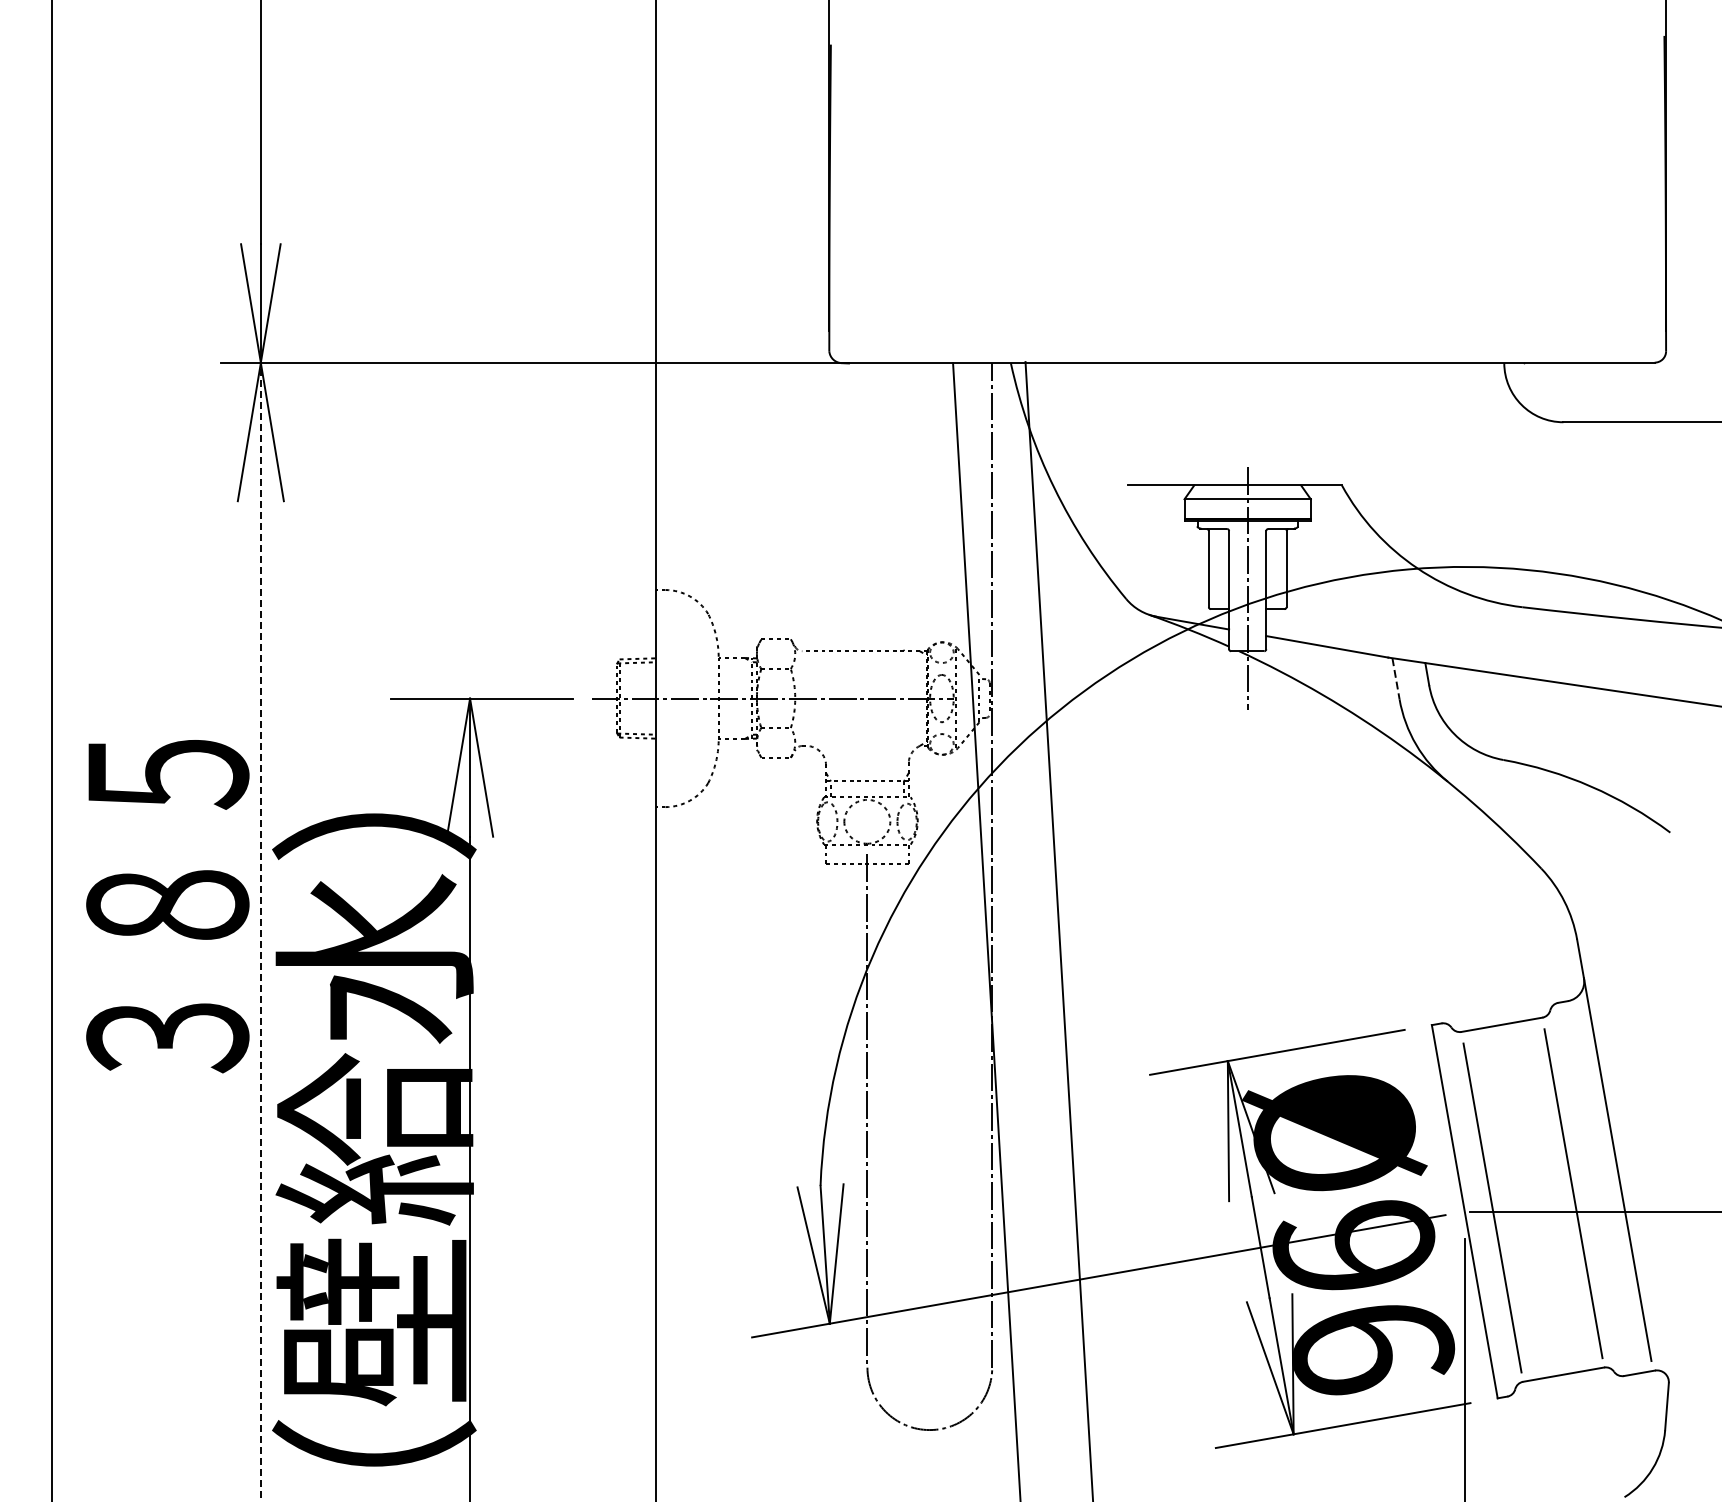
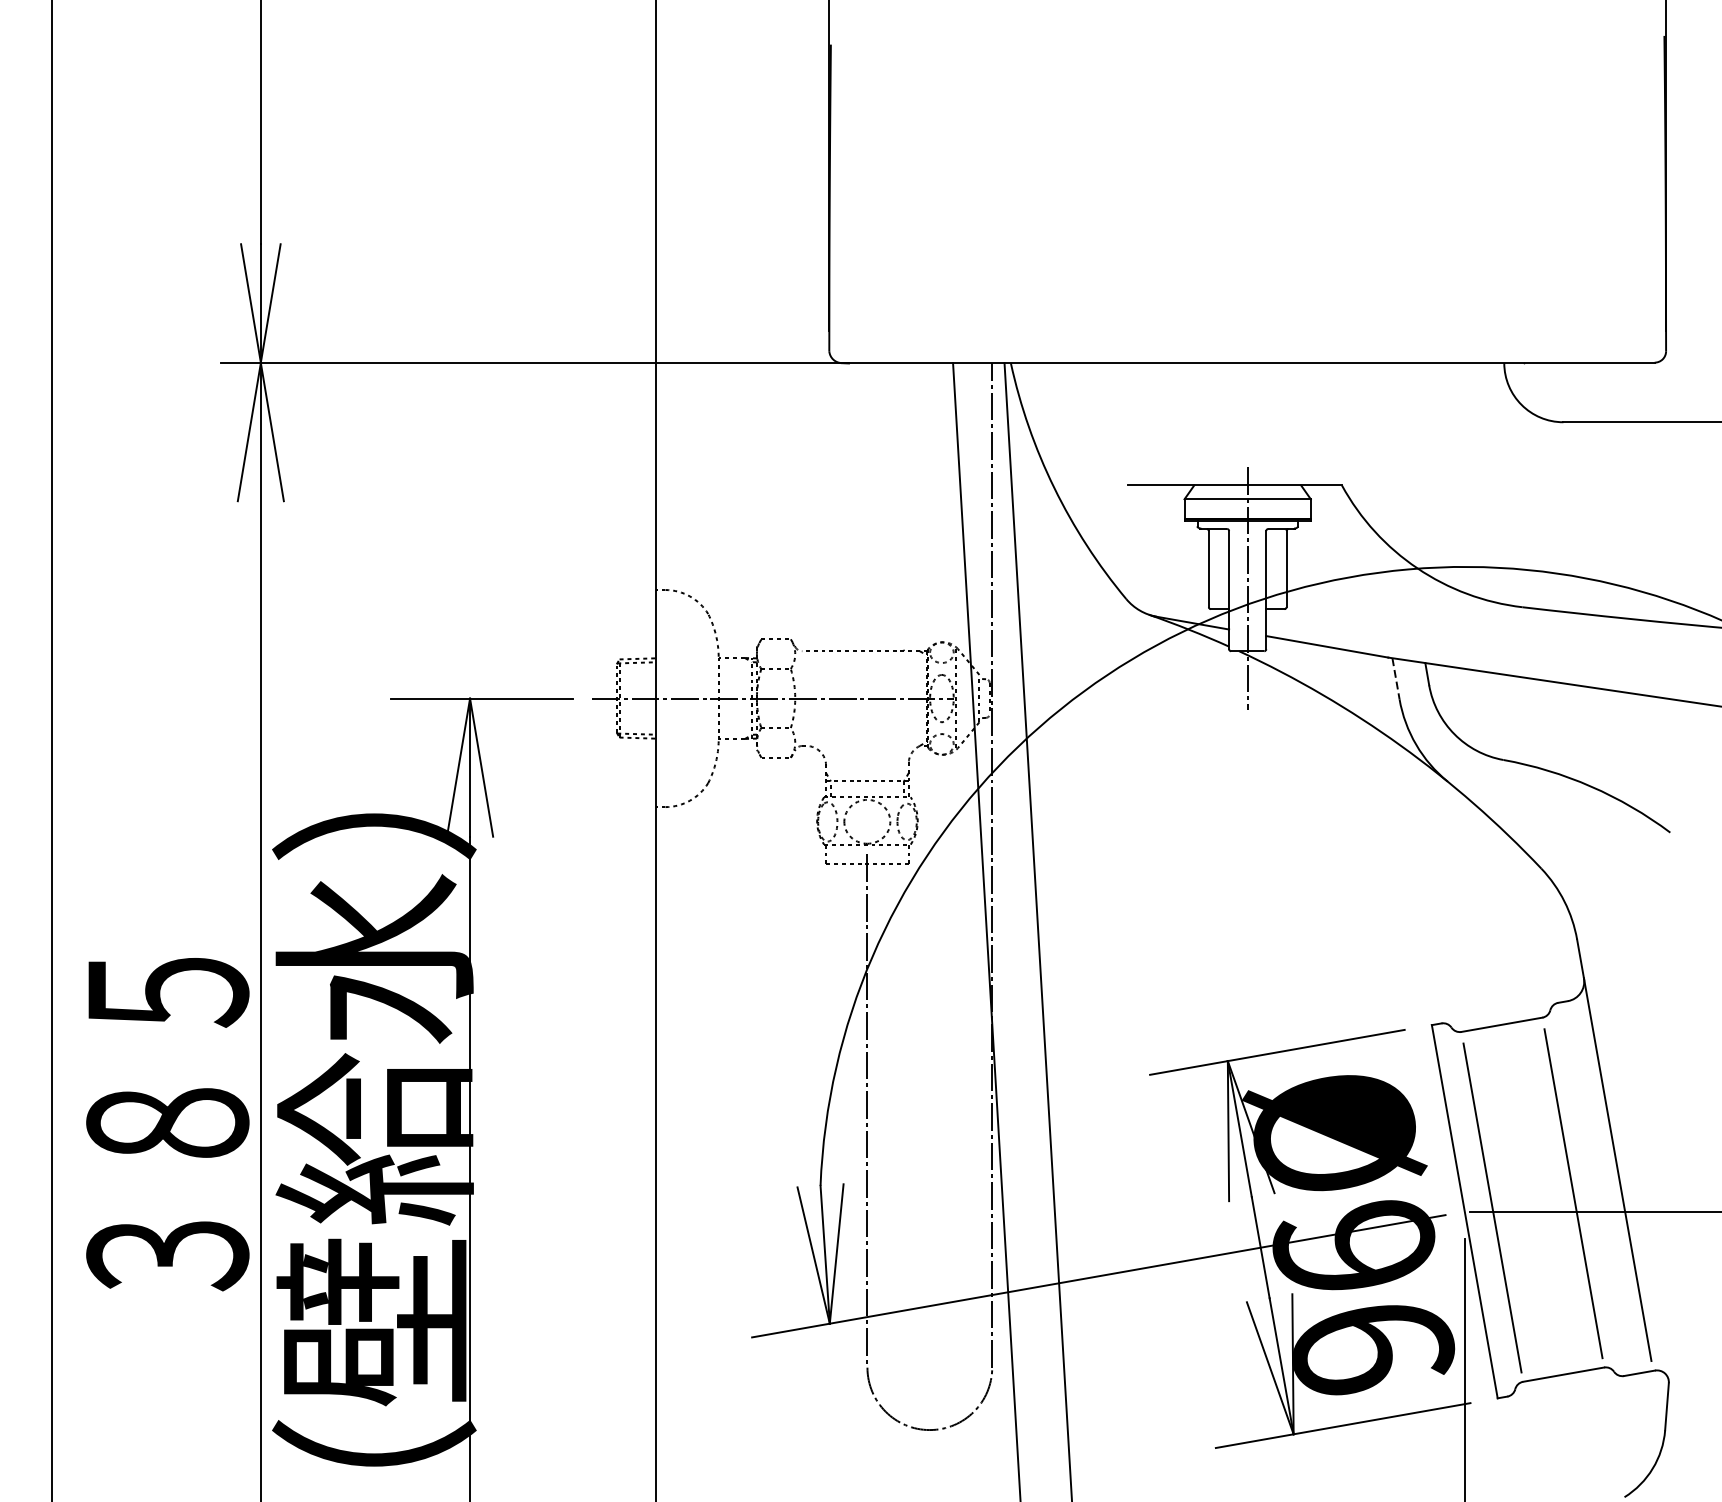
text at (167, 906) position: (167, 906) -> (167, 1124)
line at (1058, 930) position: (1058, 930) -> (1037, 930)
line at (260, 931): dashed -> solid
